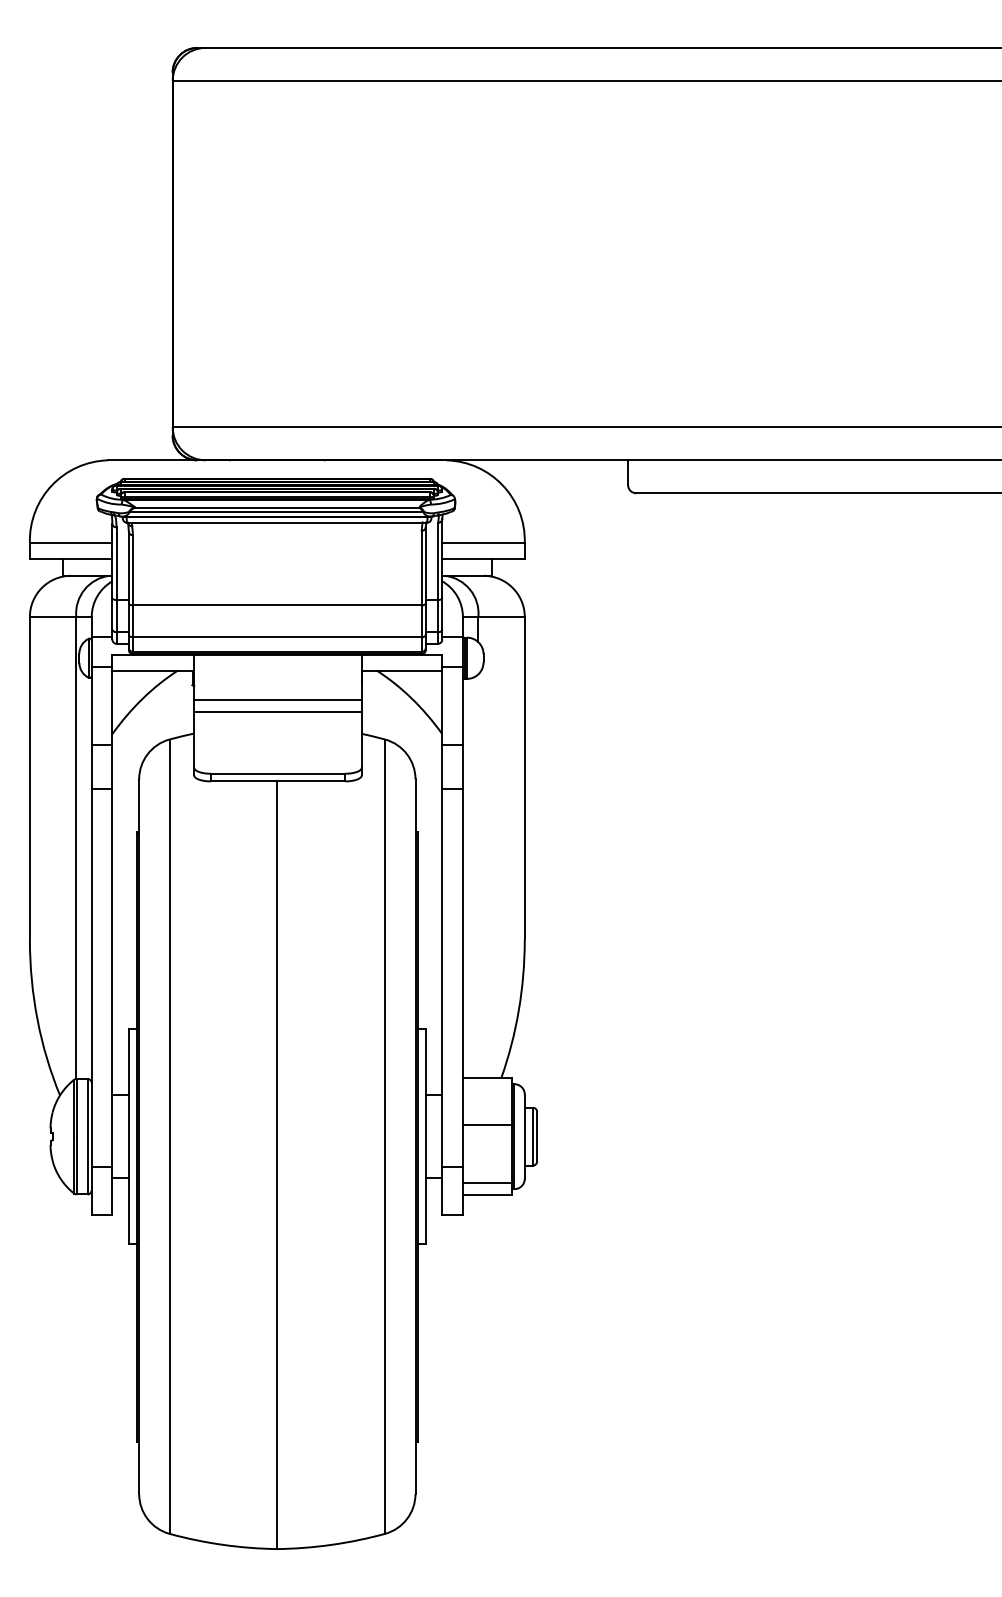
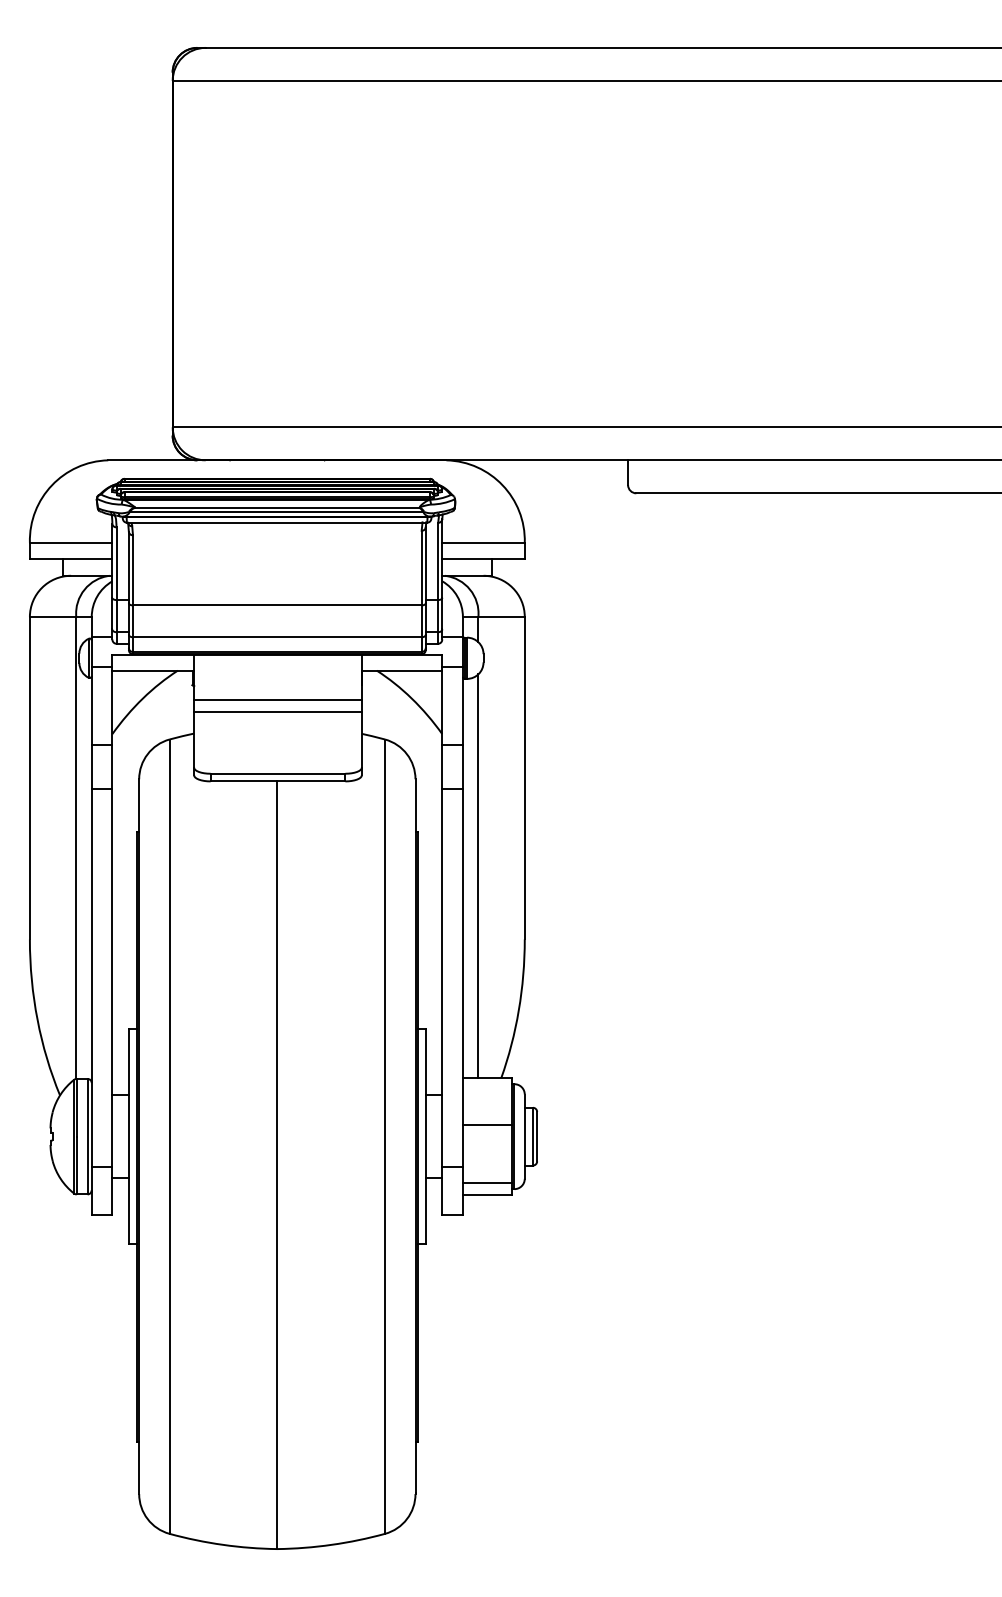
line at (478, 876): none -> present
